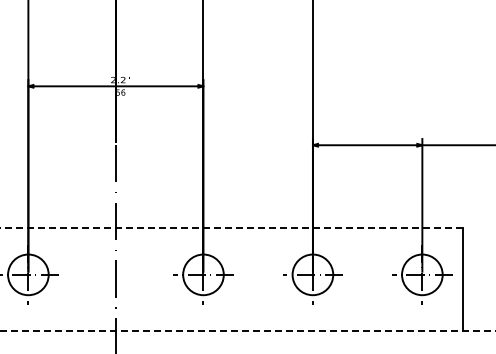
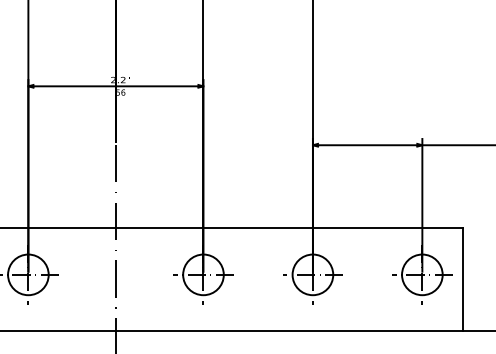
line at (231, 227): dashed -> solid
line at (247, 331): dashed -> solid
